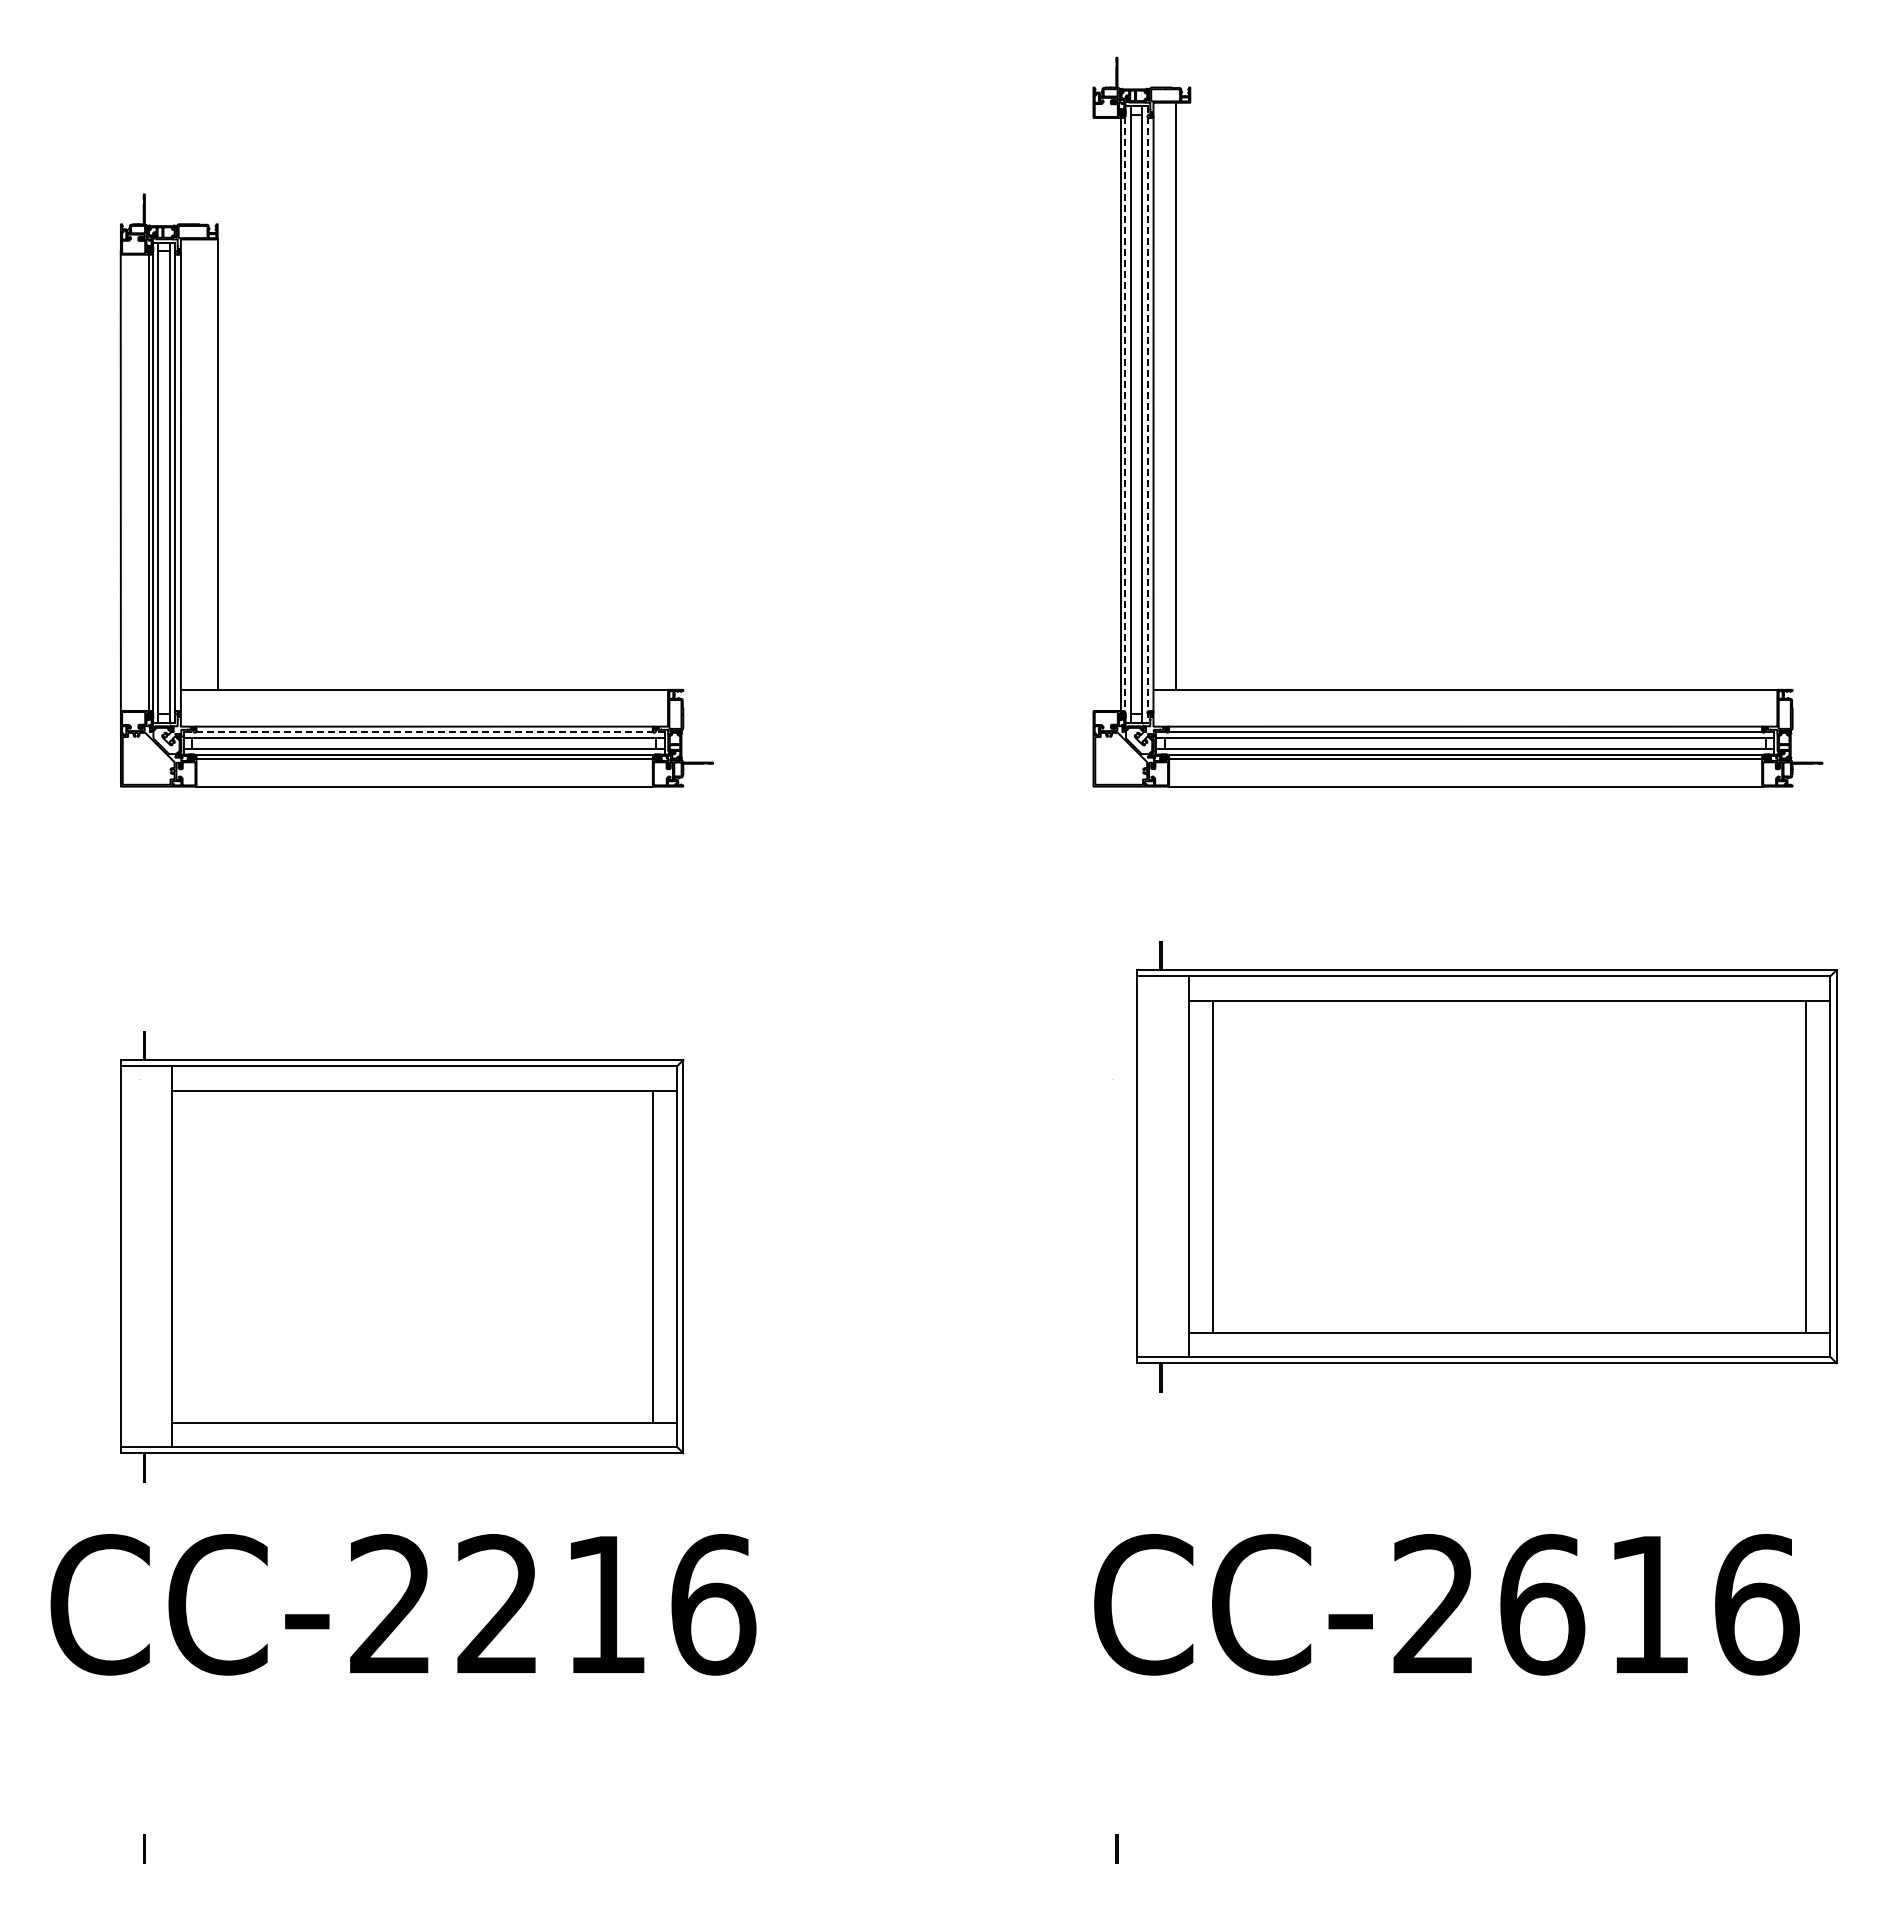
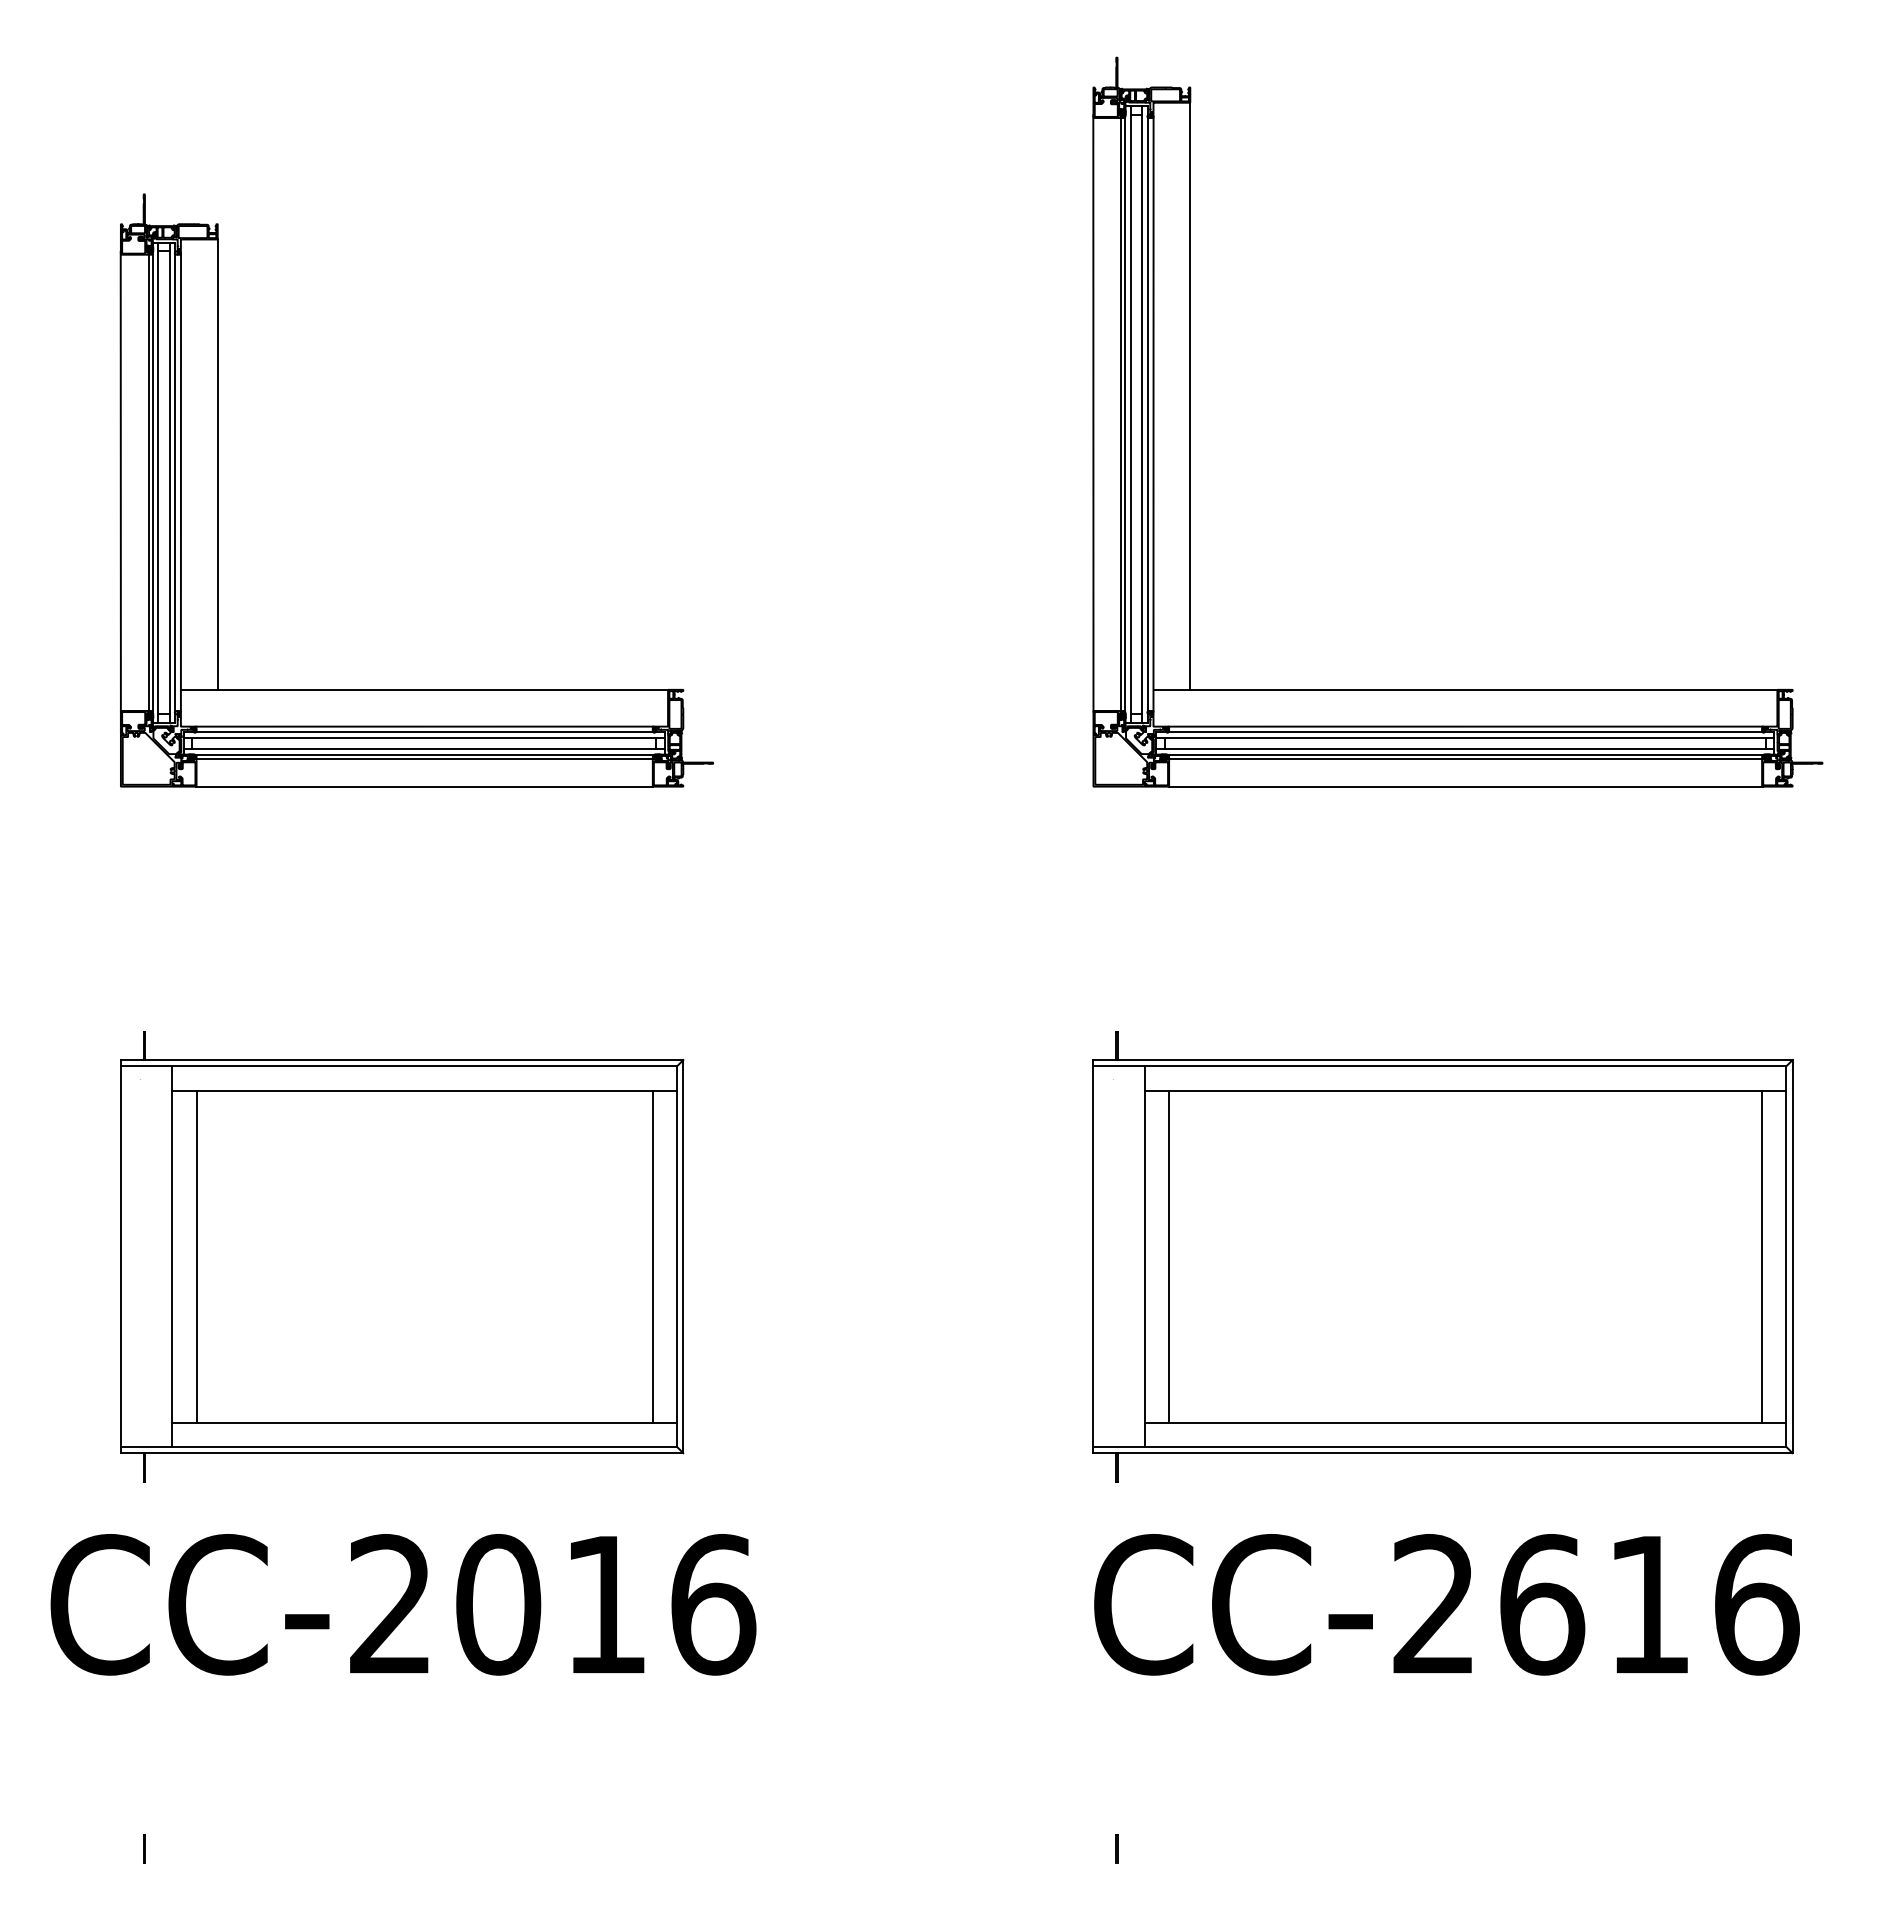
line at (1176, 395) position: (1176, 395) -> (1190, 395)
line at (1093, 413): none -> present
line at (1125, 414): dashed -> solid
line at (1148, 414): dashed -> solid
line at (424, 732): dashed -> solid
part at (1486, 1166) position: (1486, 1166) -> (1442, 1256)
line at (196, 1256): none -> present
text at (498, 1604): CC-2216 -> CC-2016
